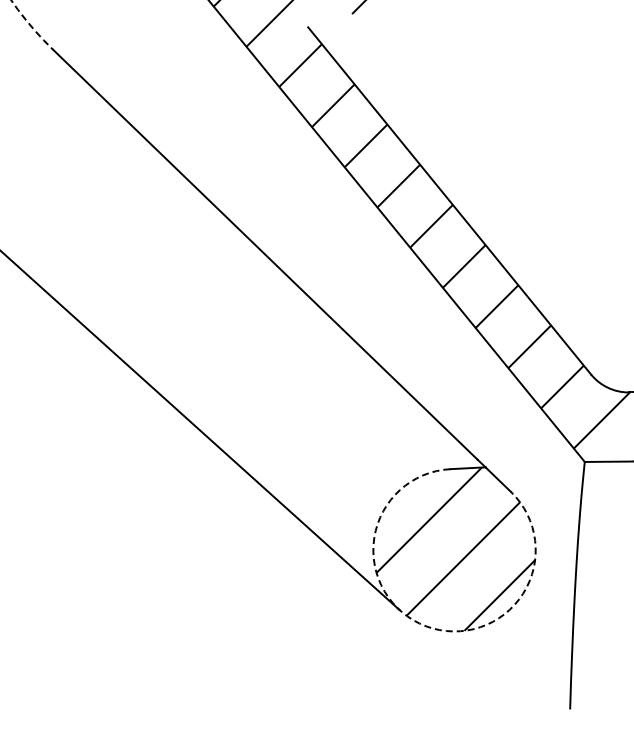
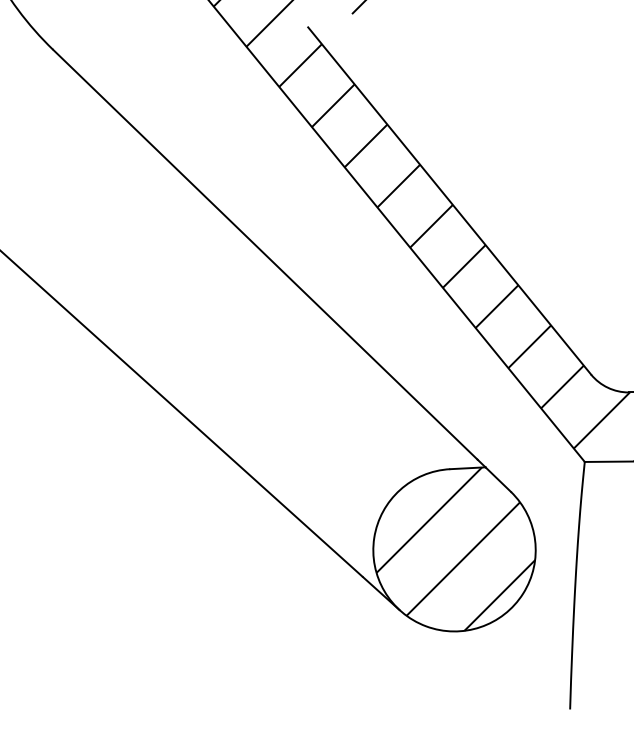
arc at (31, 26): dashed -> solid
arc at (426, 626): dashed -> solid
